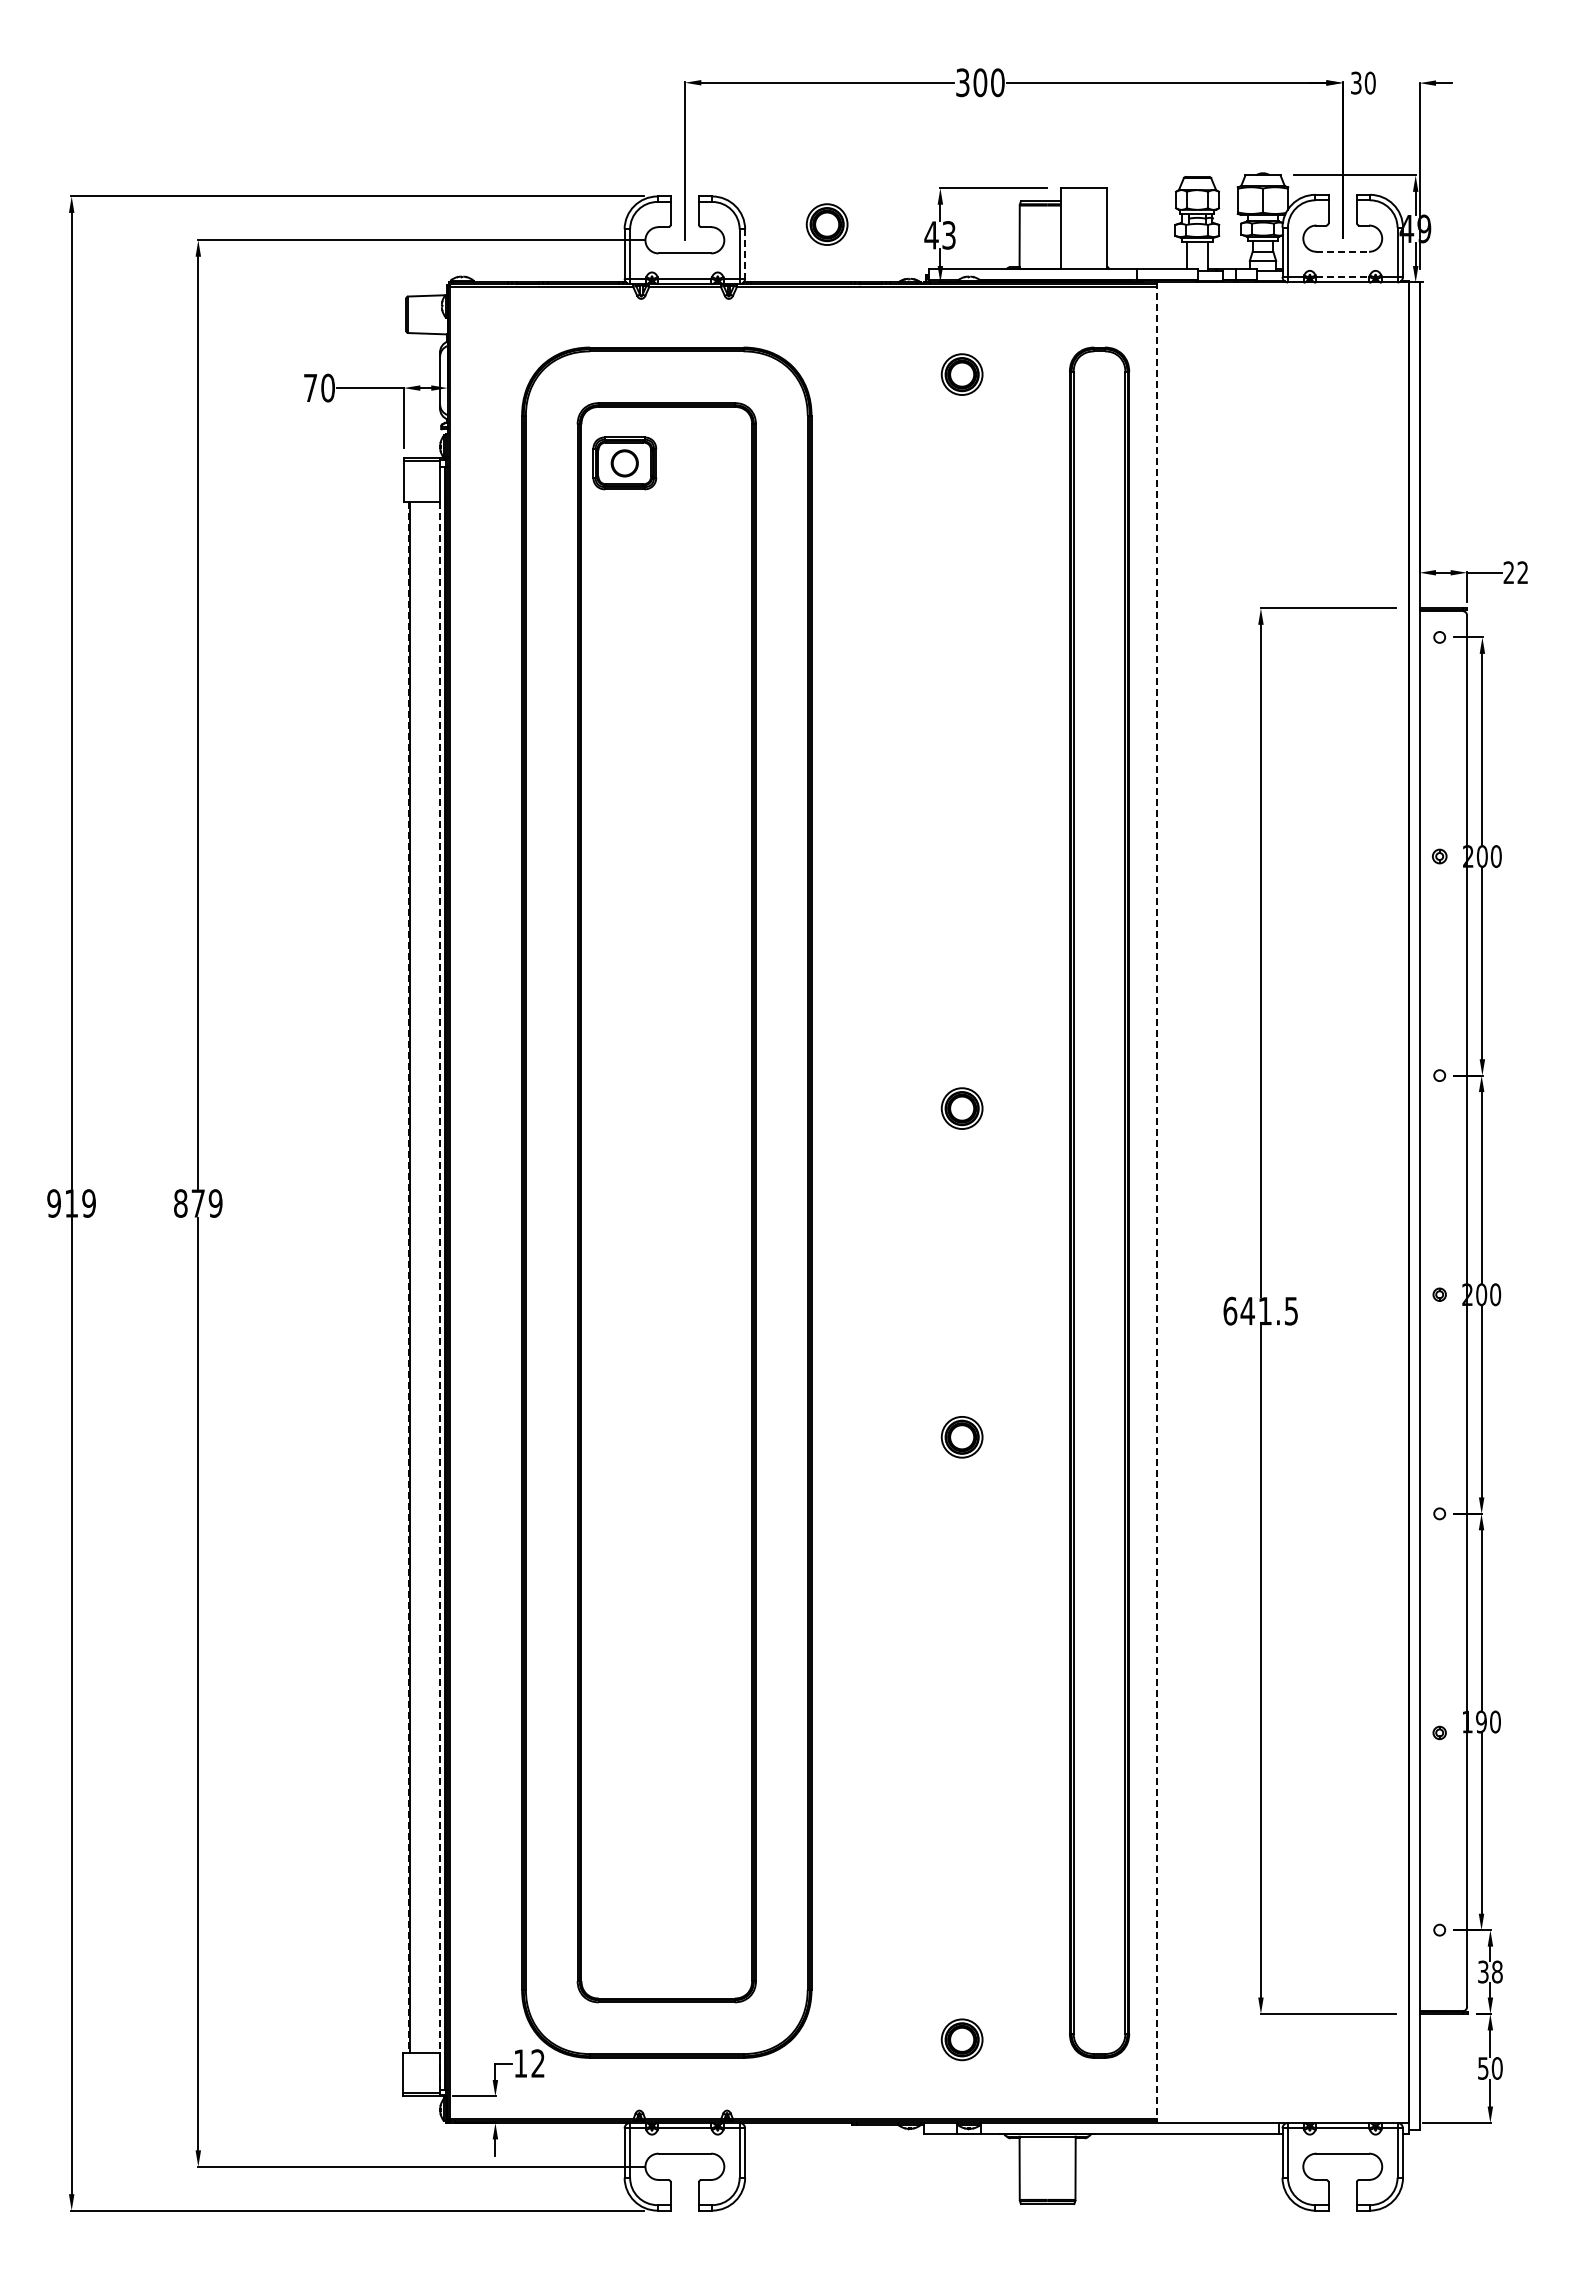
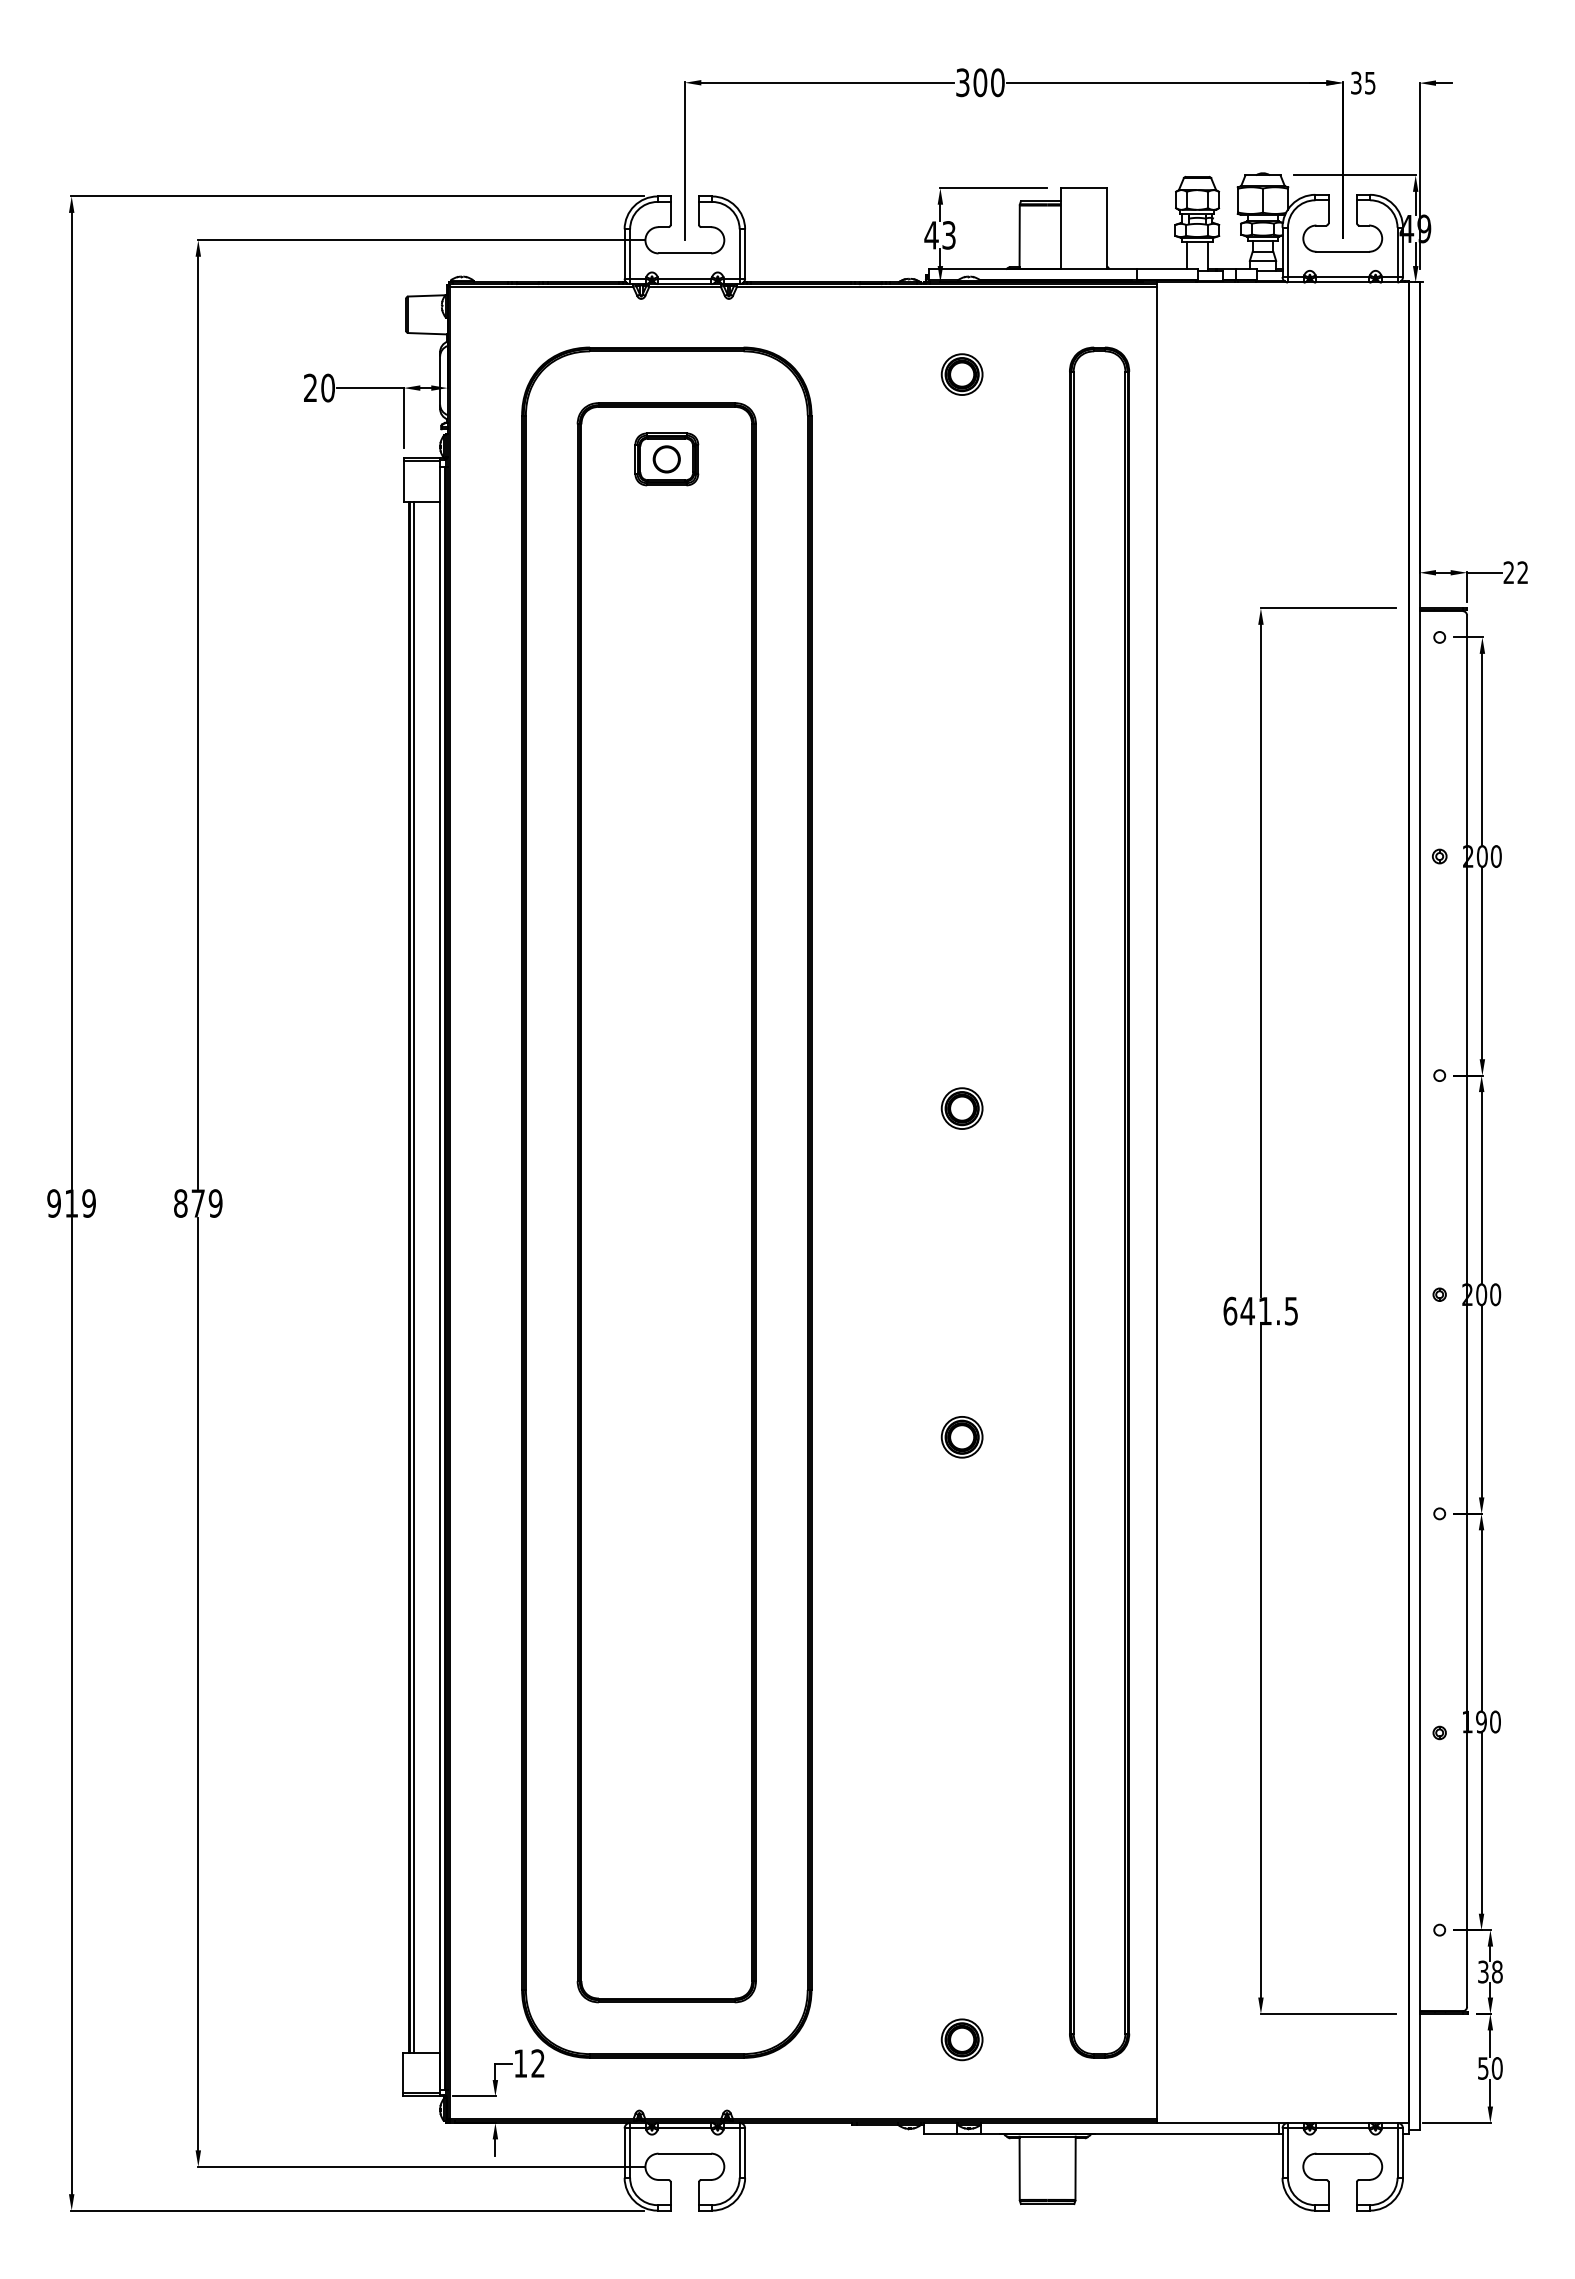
text at (1369, 82): 30 -> 35
part at (826, 224): present -> none
line at (1343, 251): dashed -> solid
line at (745, 254): dashed -> solid
line at (1342, 277): dashed -> solid
text at (310, 387): 70 -> 20
part at (624, 463) position: (624, 463) -> (666, 459)
line at (1157, 1203): dashed -> solid
line at (408, 1277): dashed -> solid
line at (413, 1277): none -> present
line at (440, 1296): dashed -> solid
